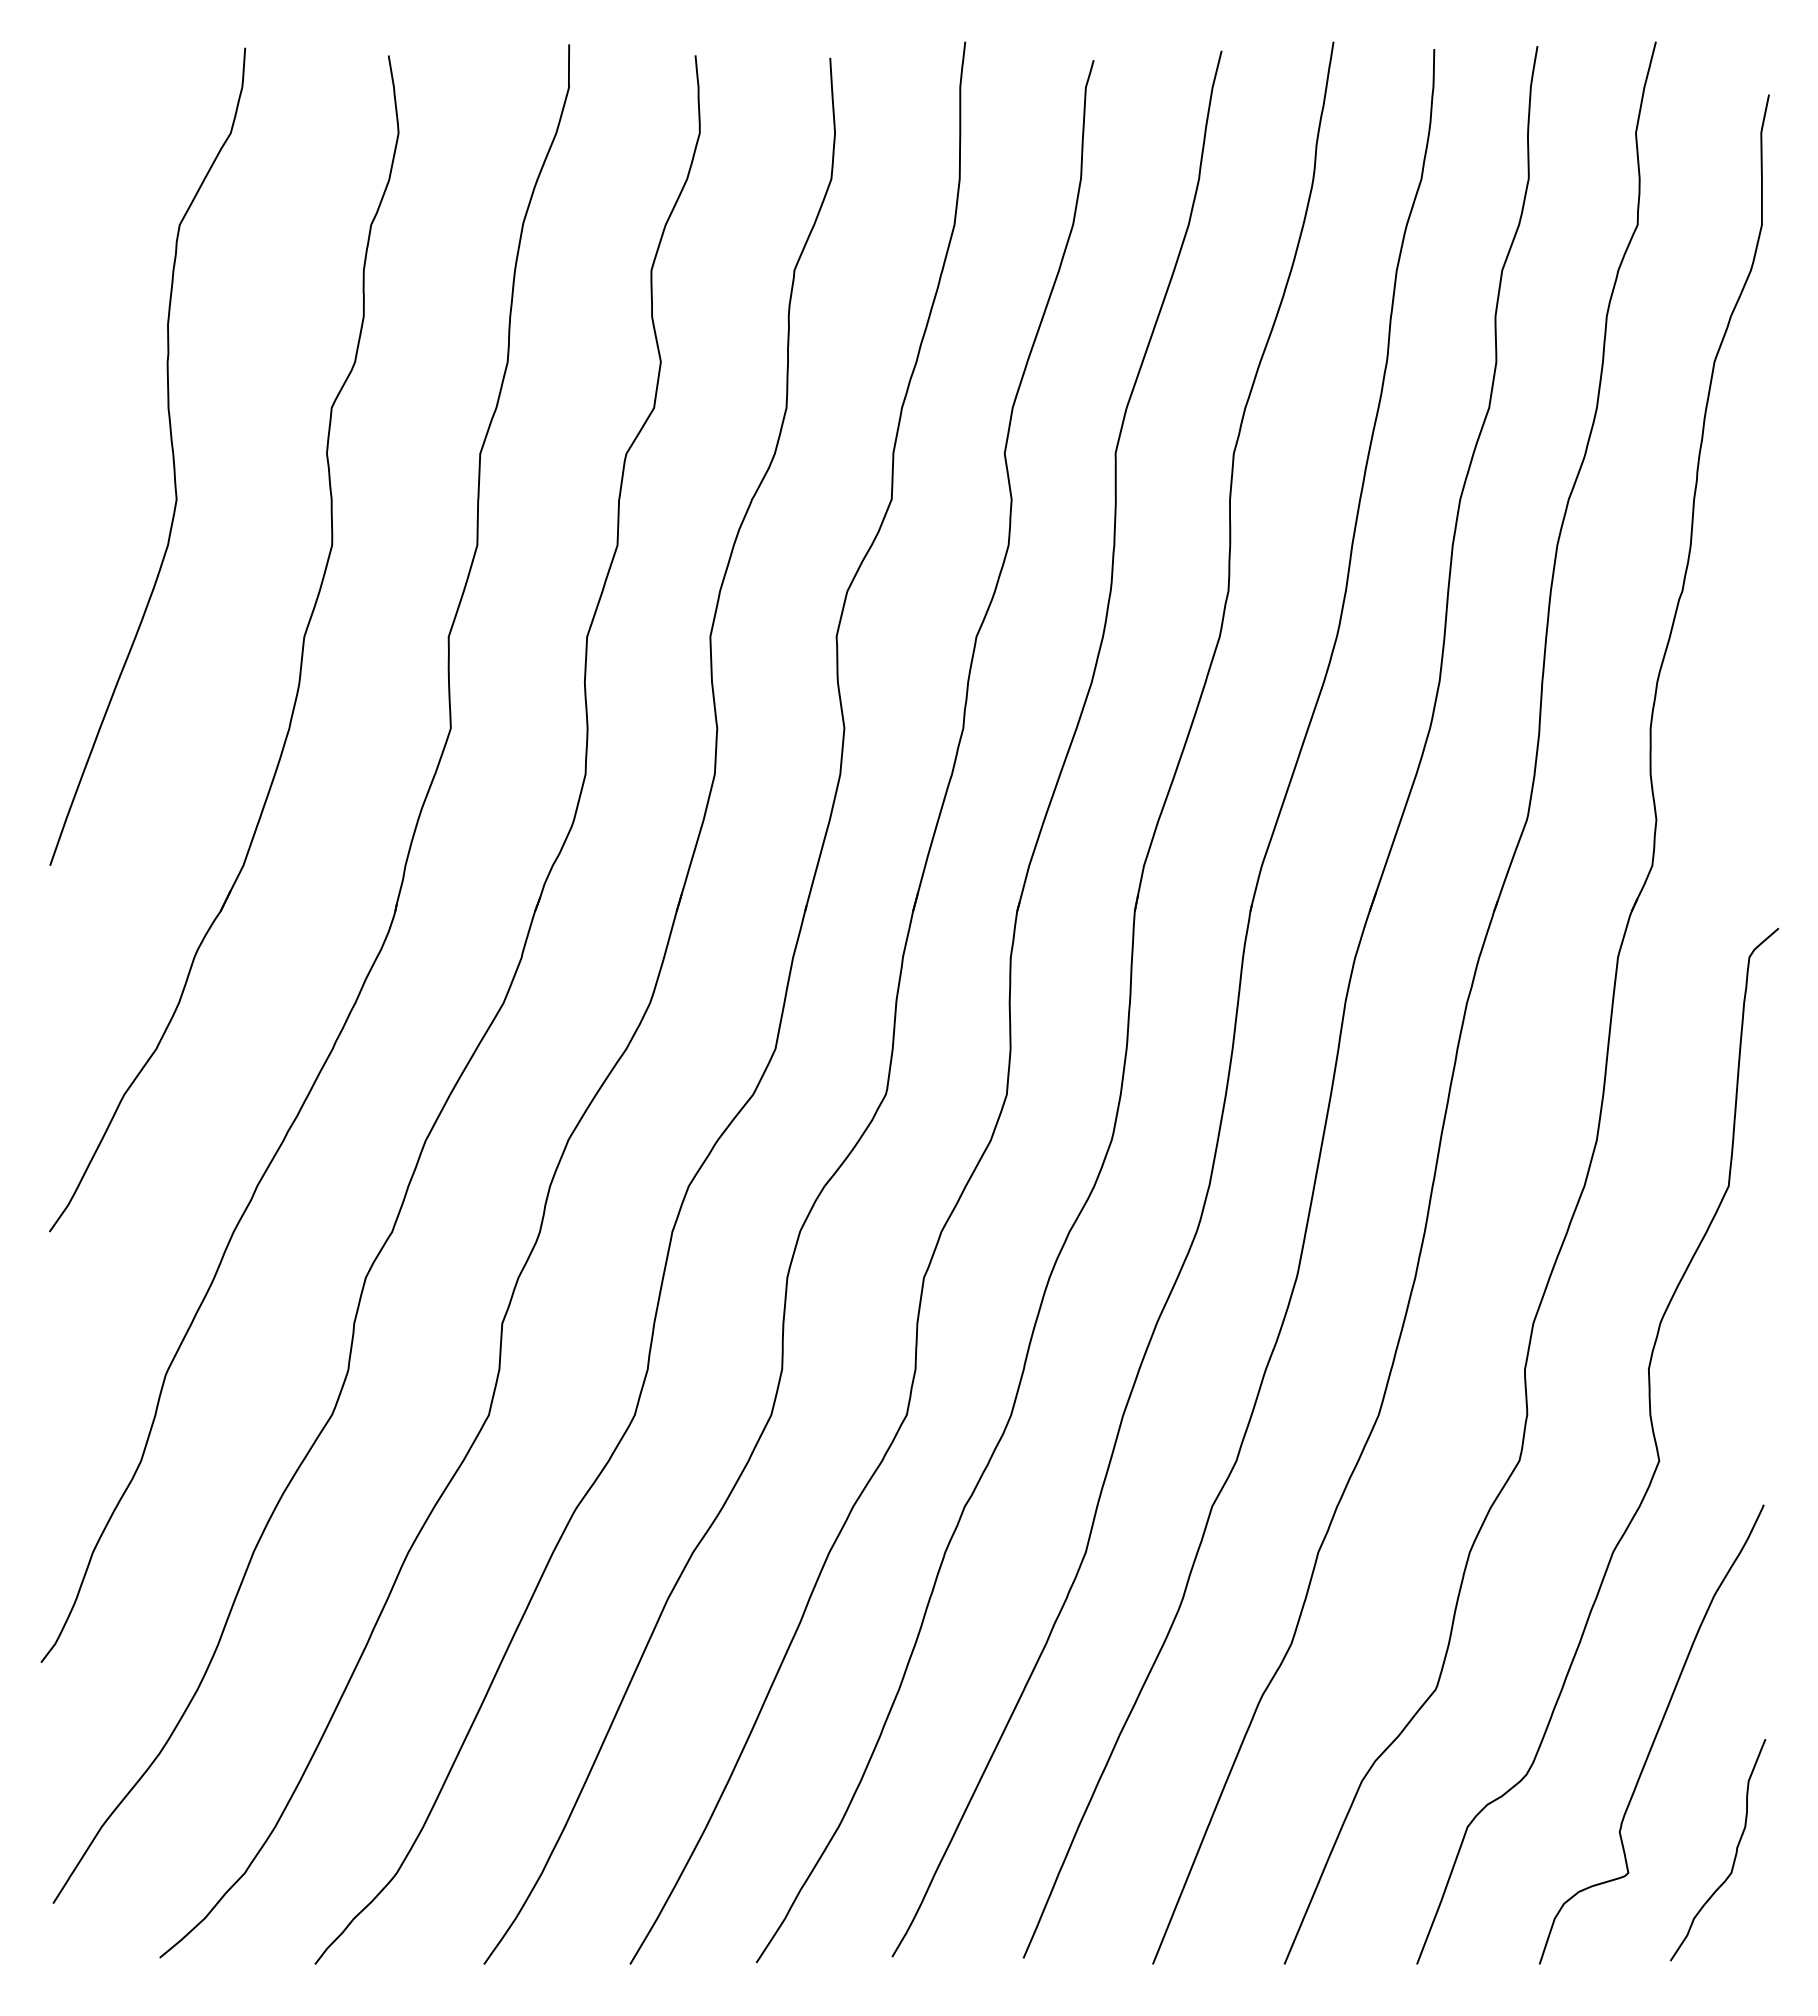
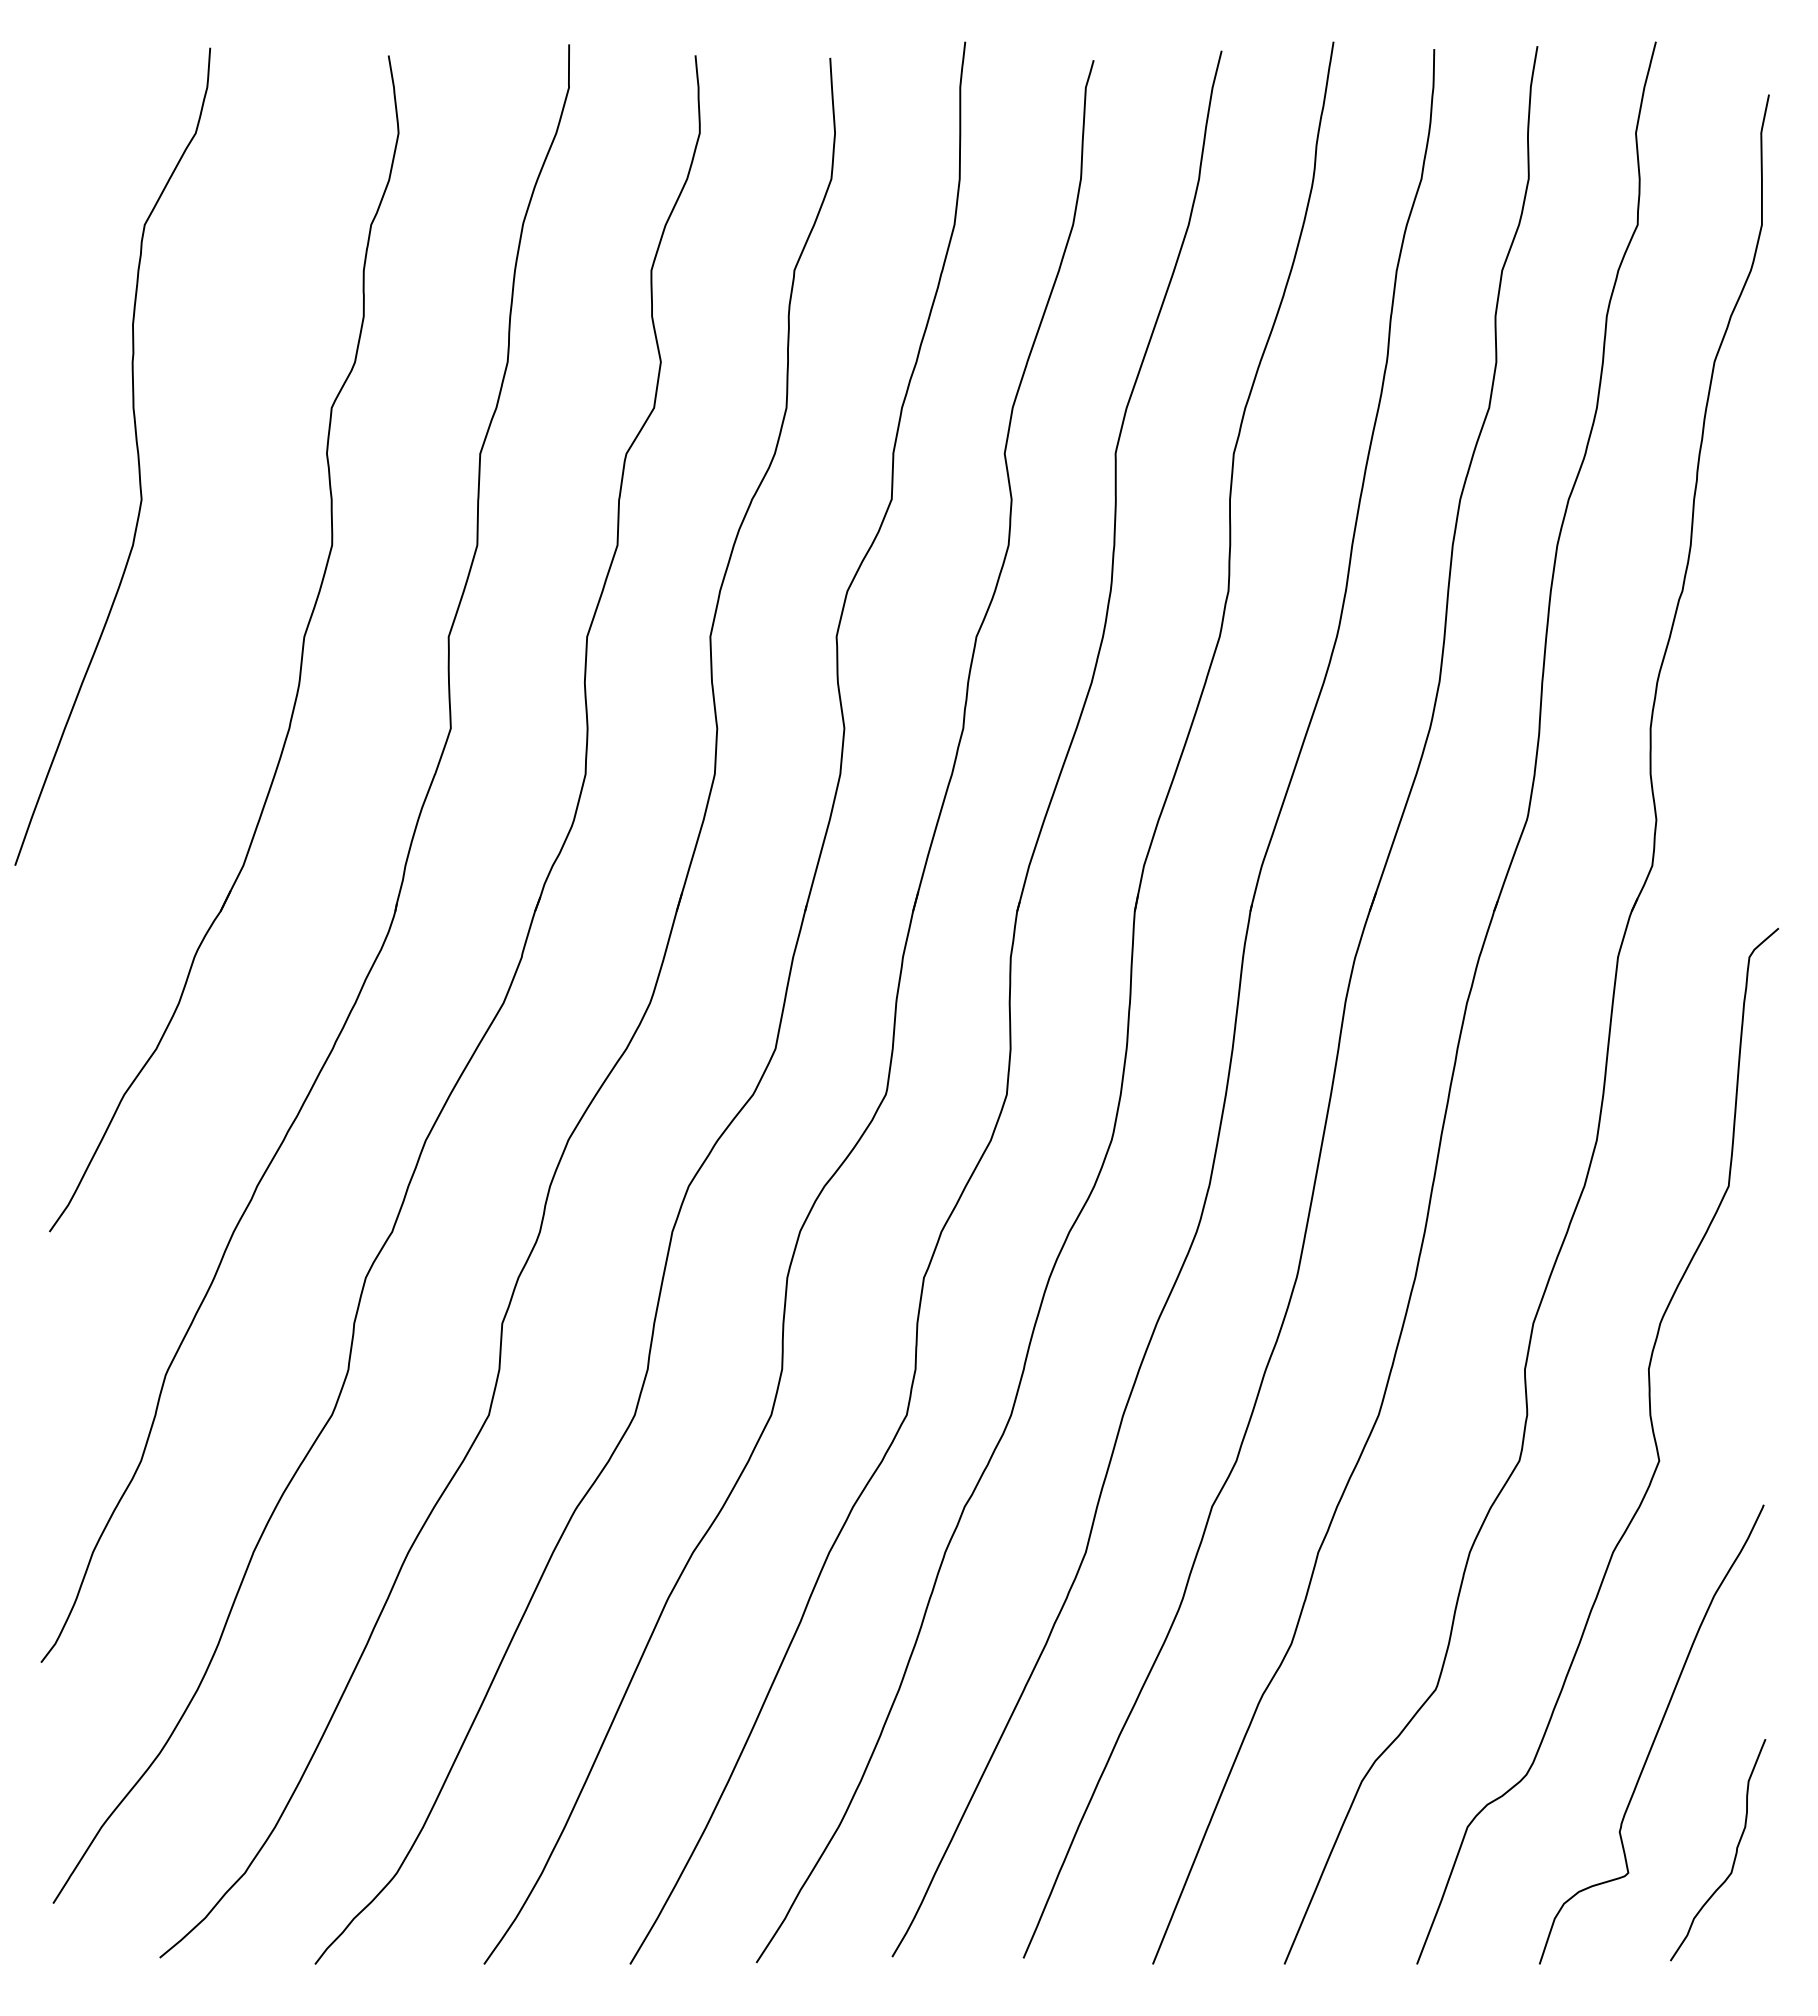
curve at (171, 449) position: (171, 449) -> (136, 449)
